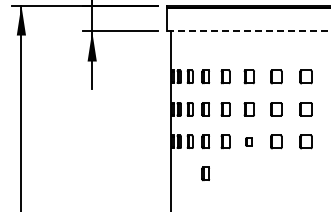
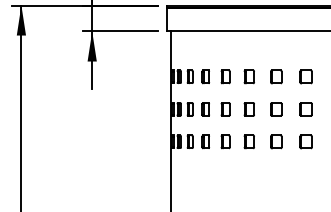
line at (248, 31): dashed -> solid
part at (248, 141) size: 8x10 px -> 12x16 px
part at (205, 173): present -> none
